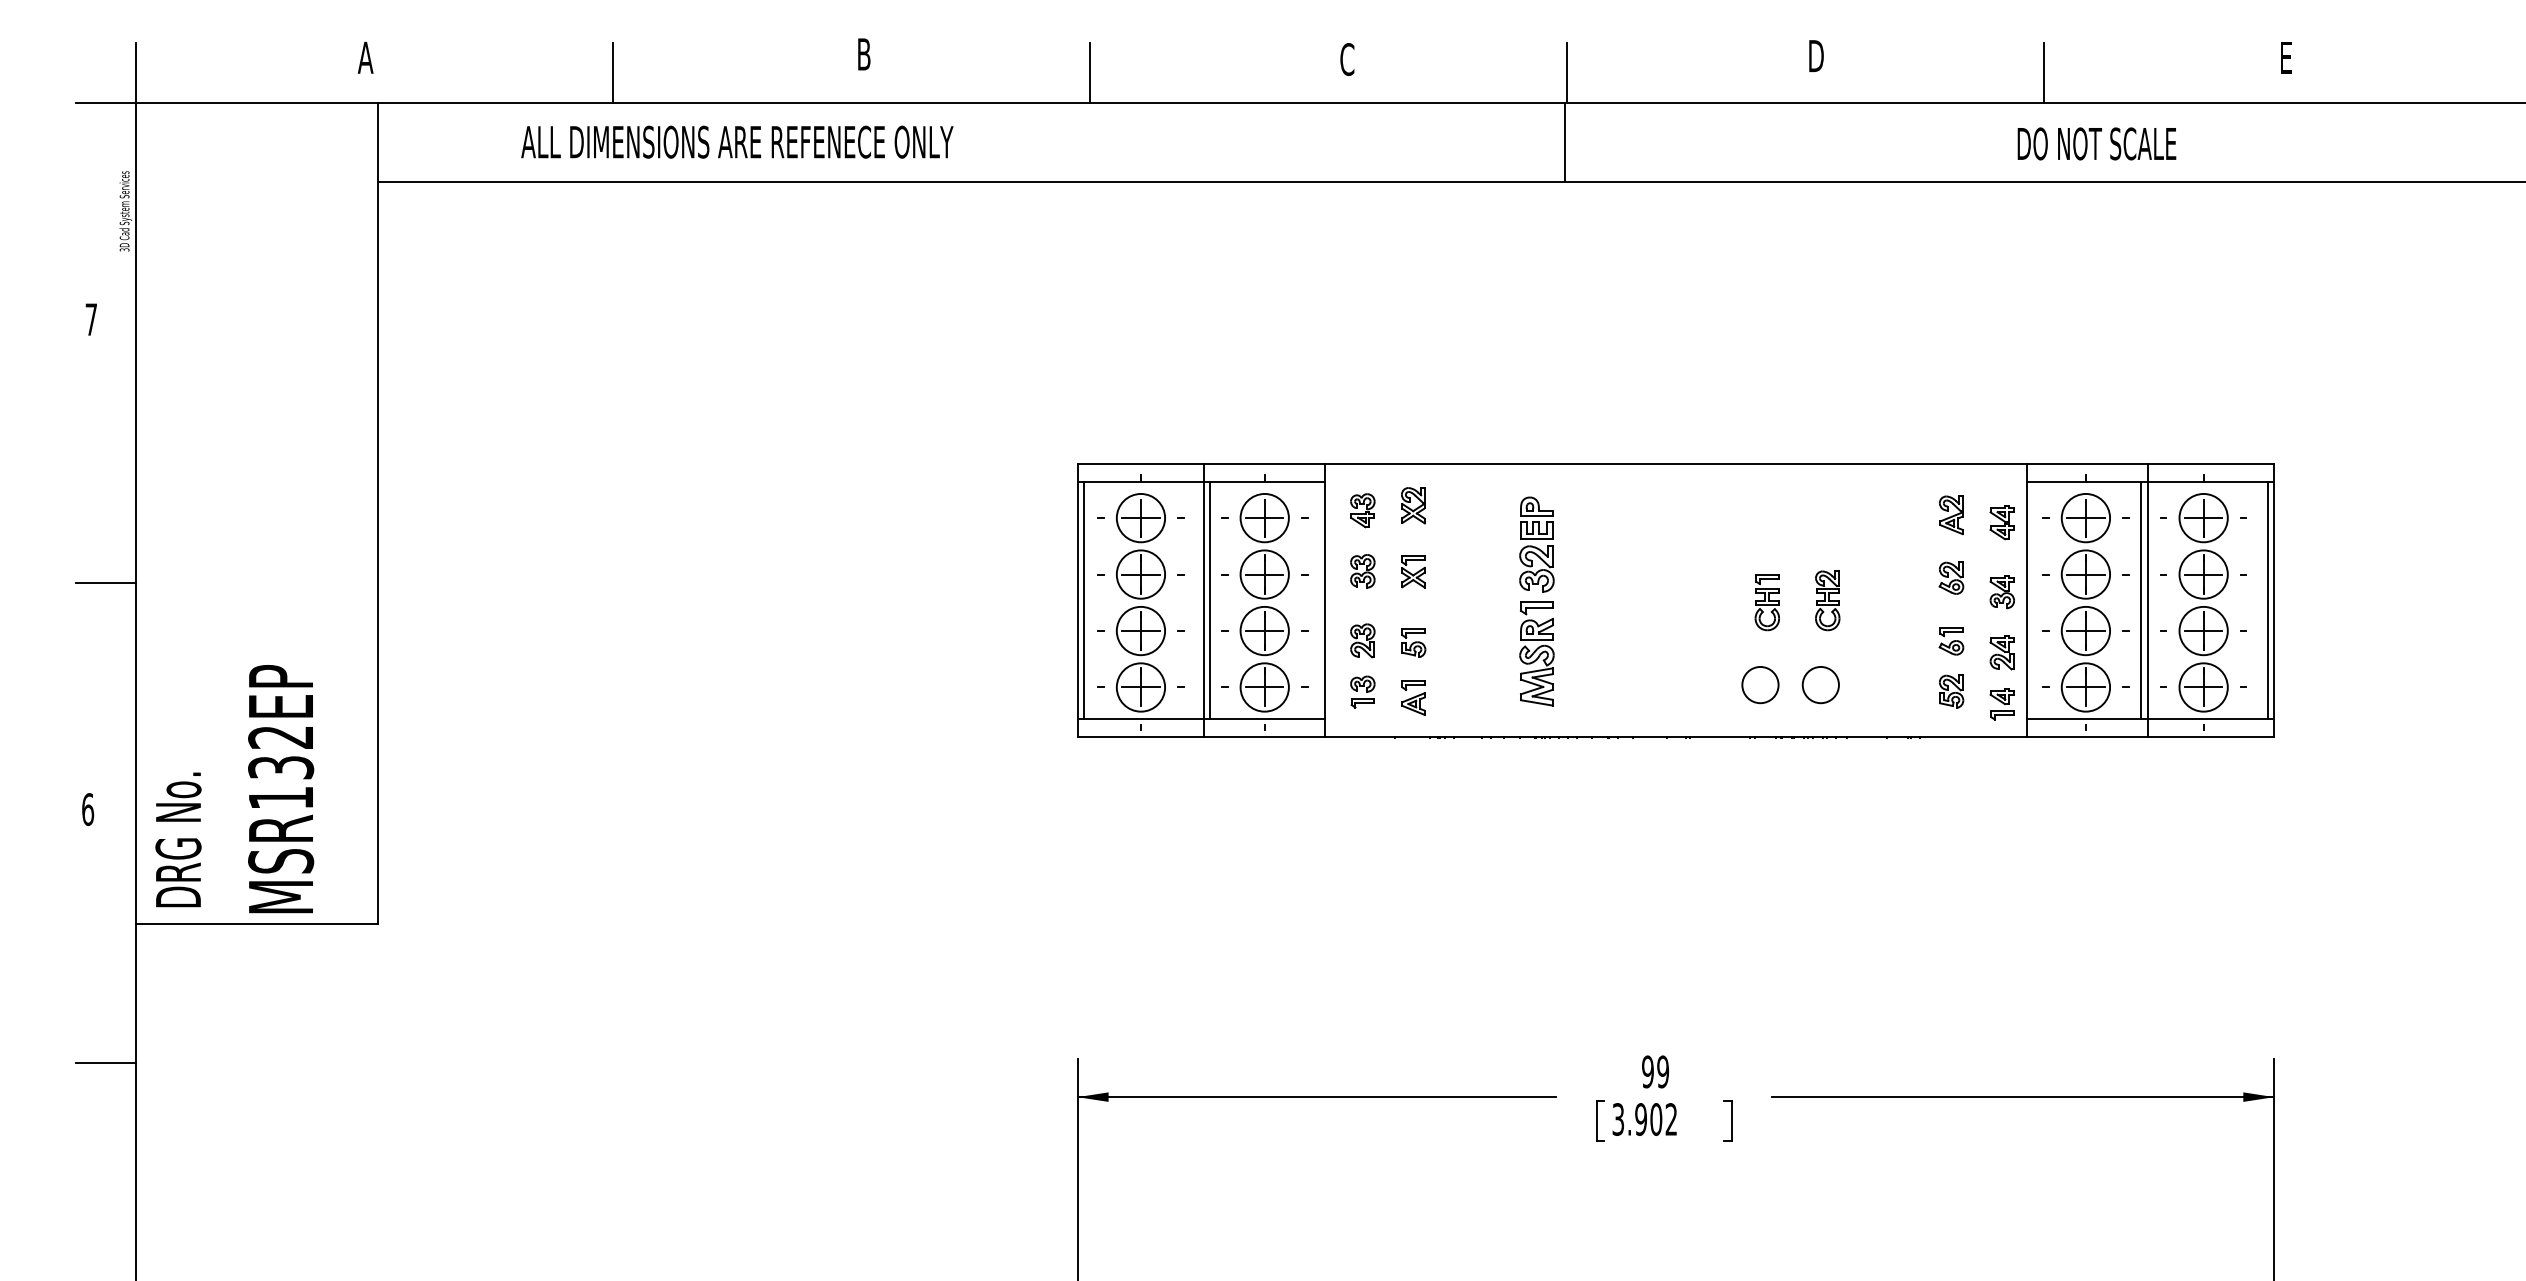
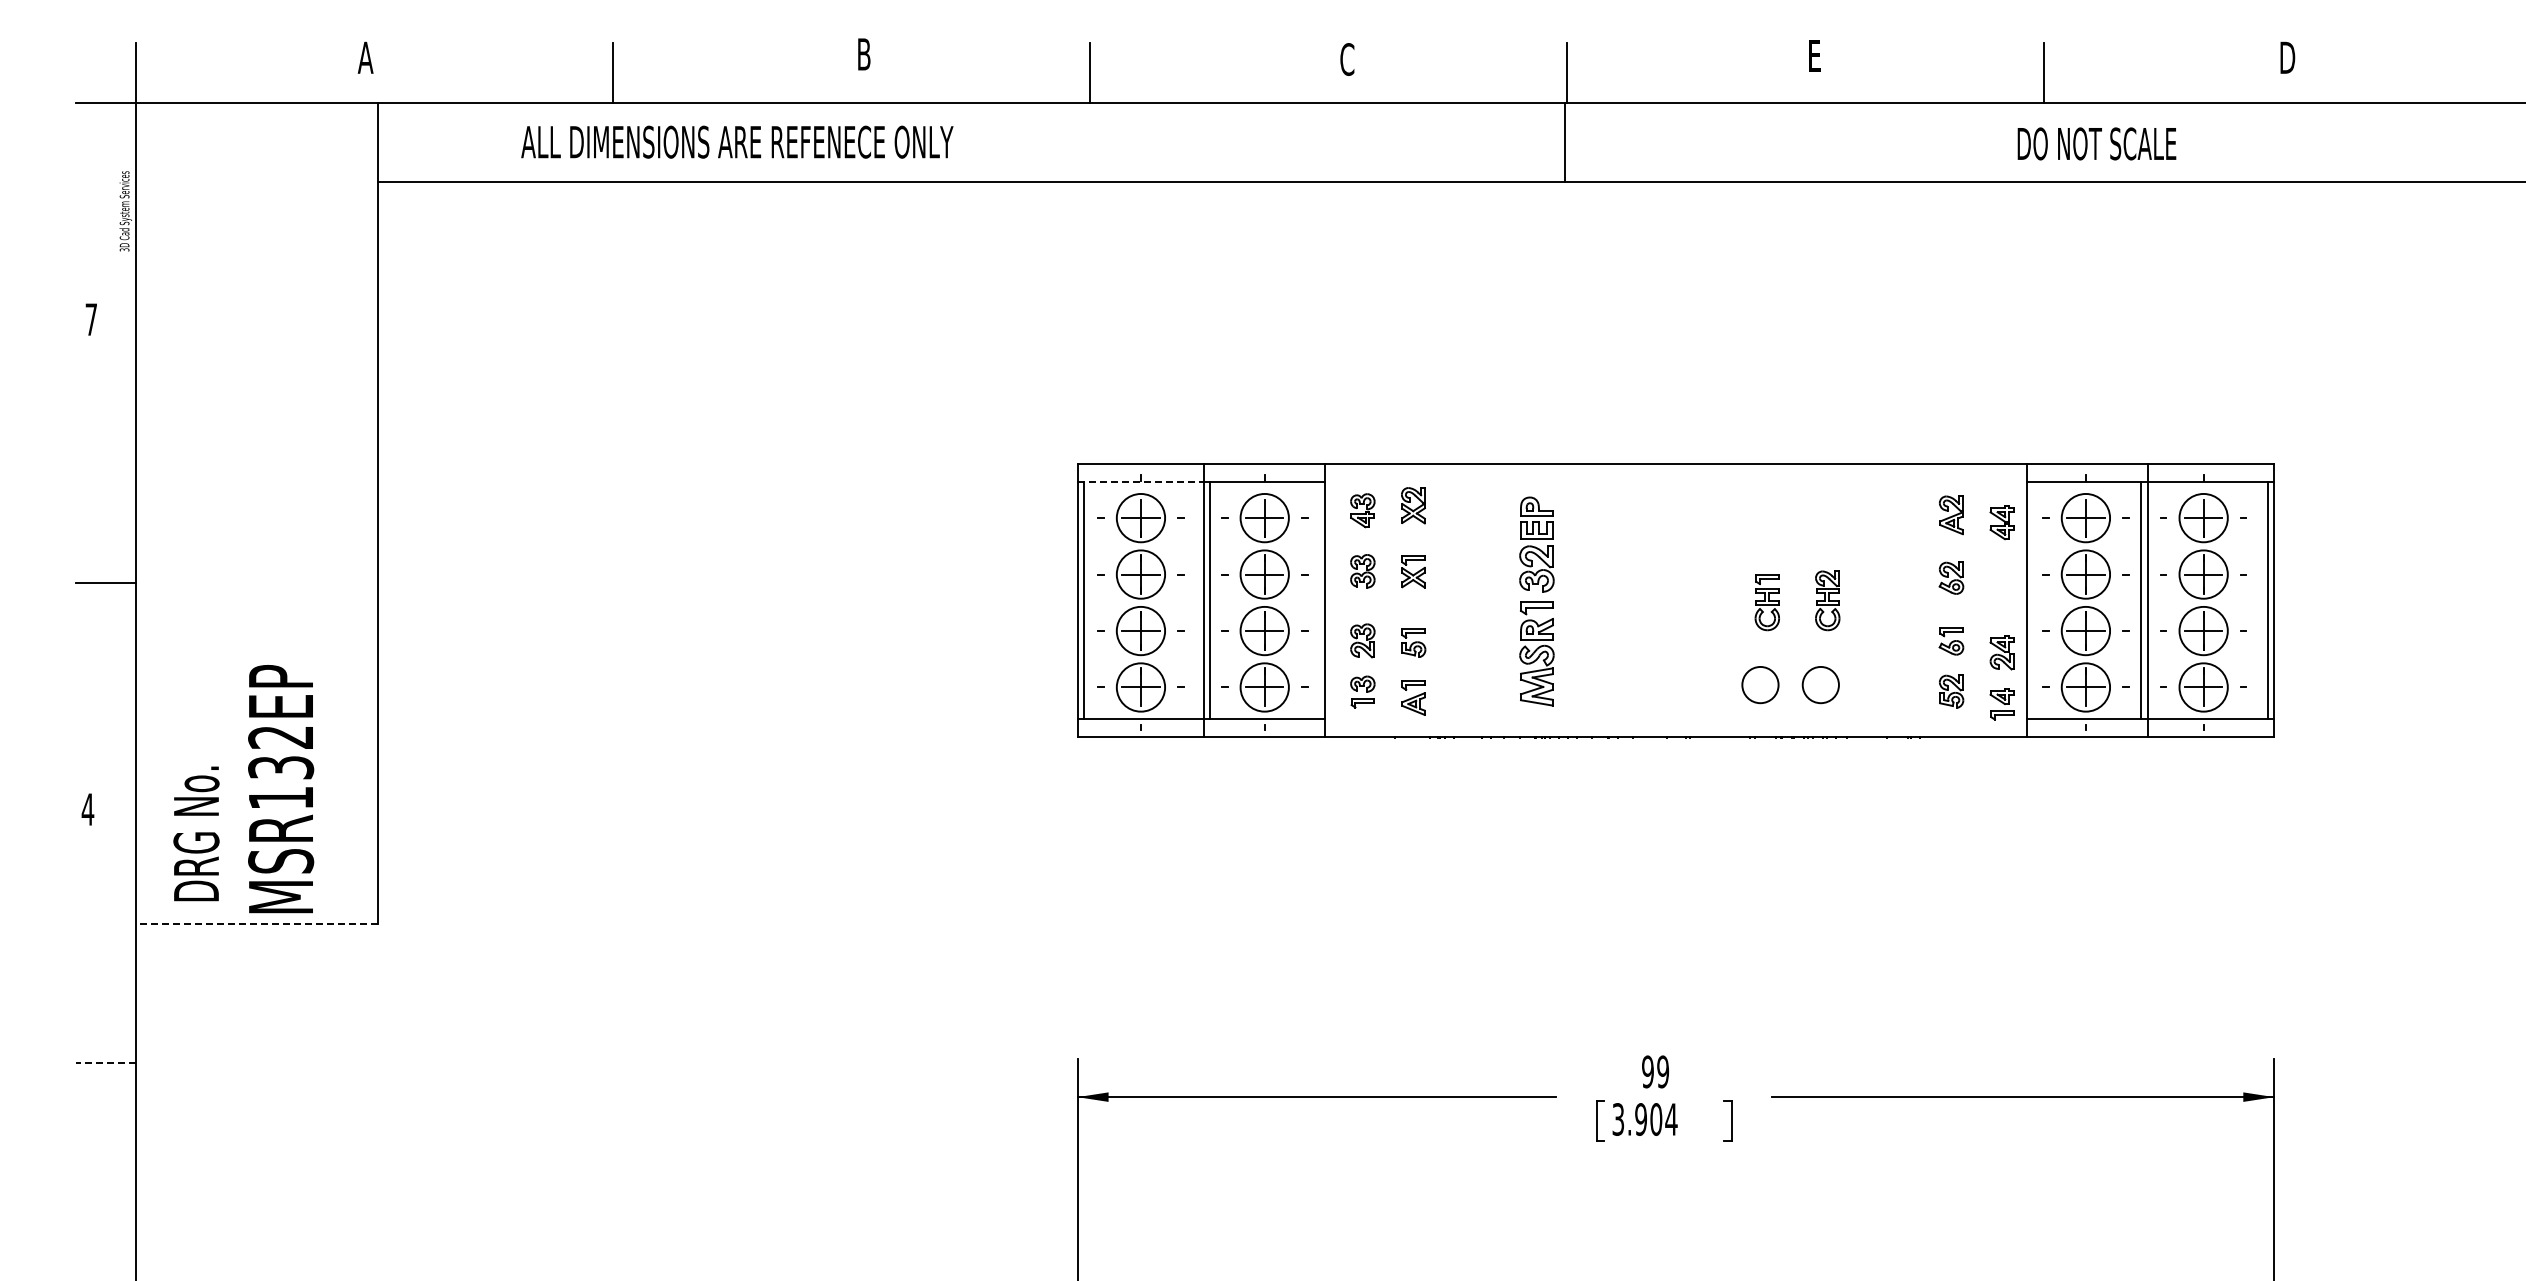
text at (1816, 56): D -> E
text at (2287, 57): E -> D
line at (1141, 481): solid -> dashed
part at (2001, 592): present -> none
text at (87, 809): 6 -> 4
text at (178, 839) position: (178, 839) -> (196, 833)
line at (256, 924): solid -> dashed
line at (105, 1062): solid -> dashed
text at (1671, 1119): 3.902 -> 3.904
